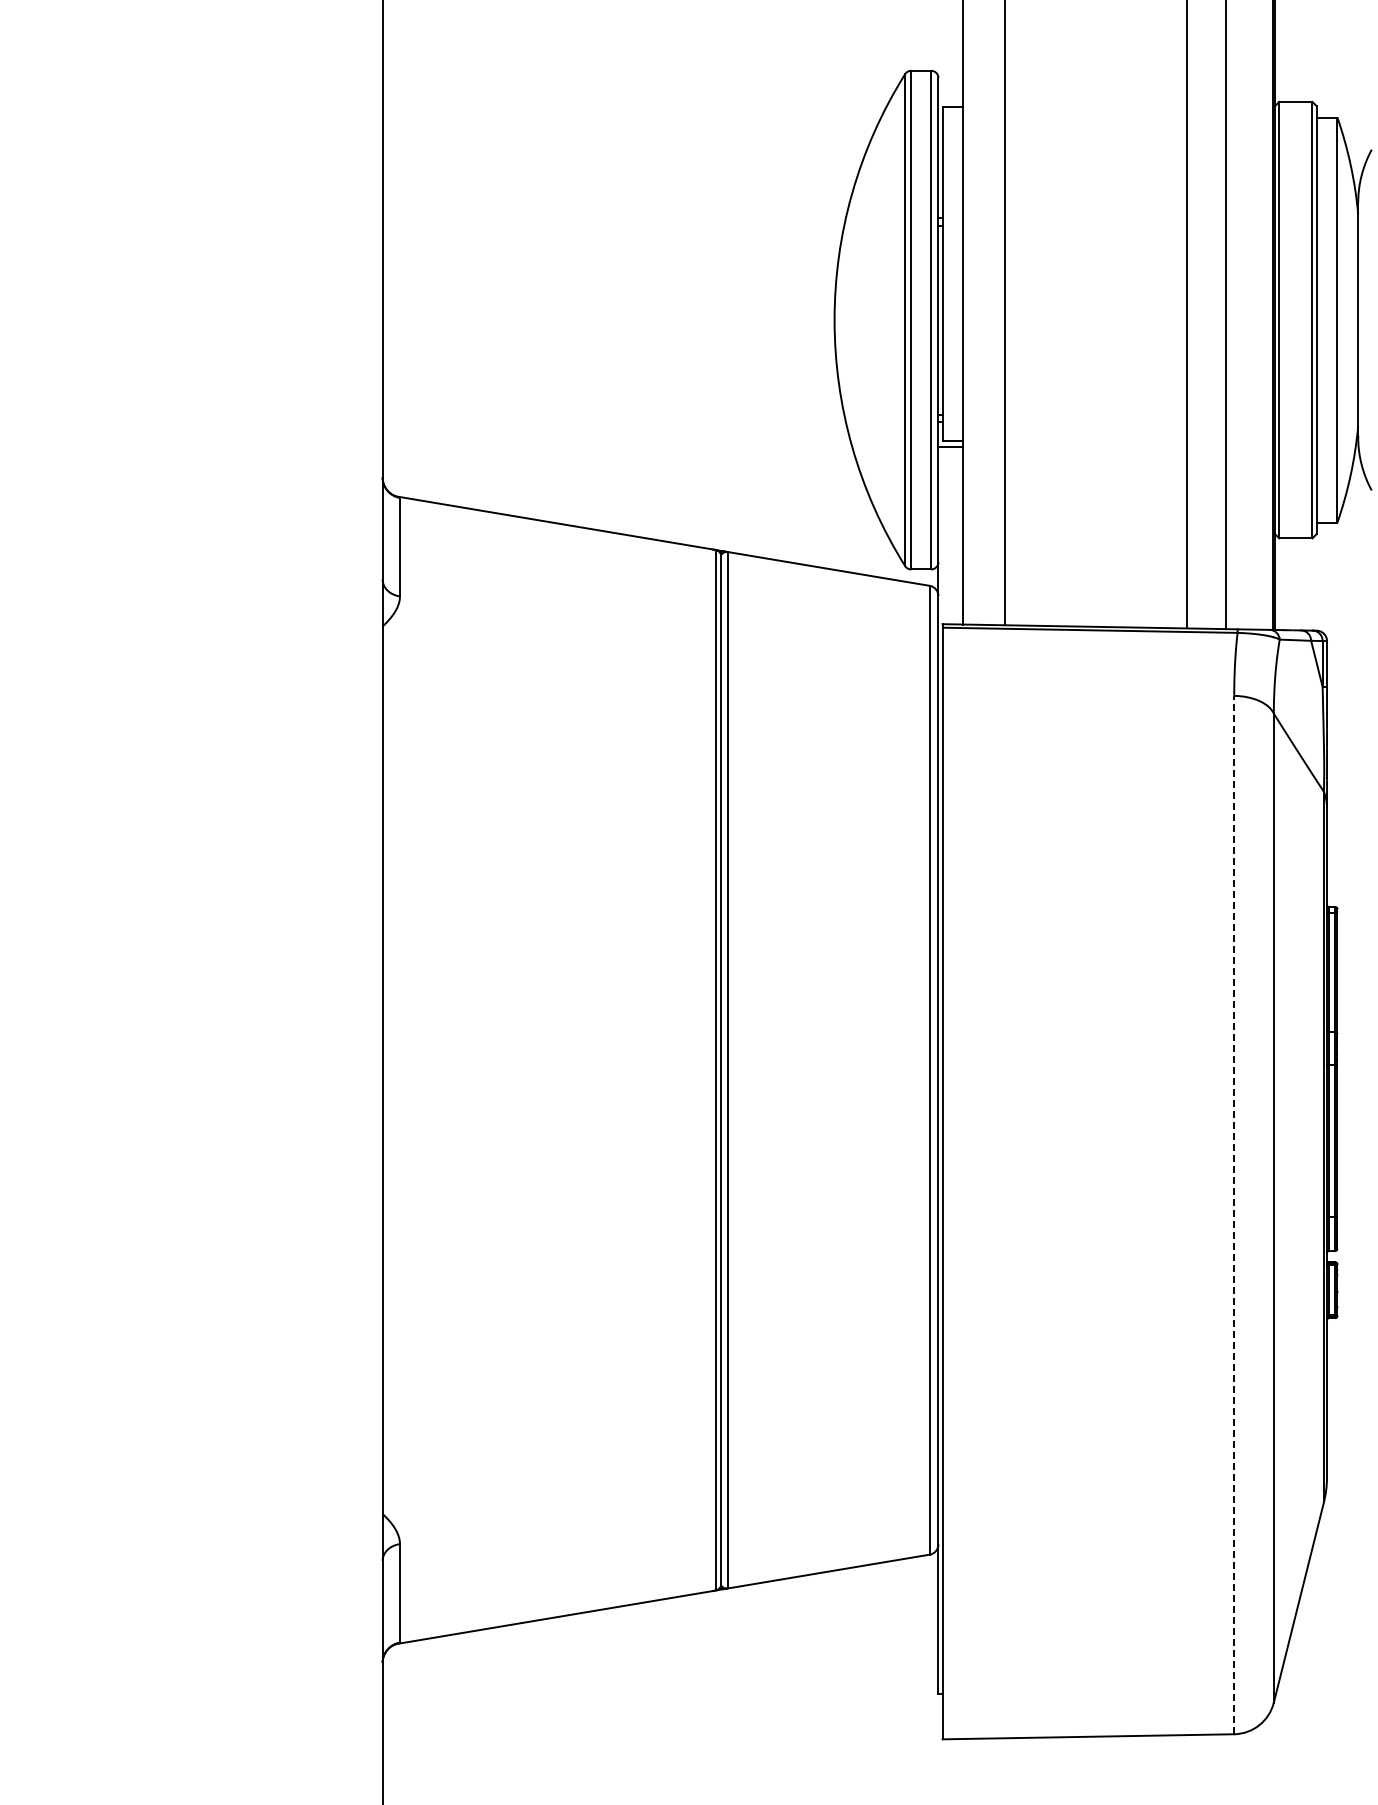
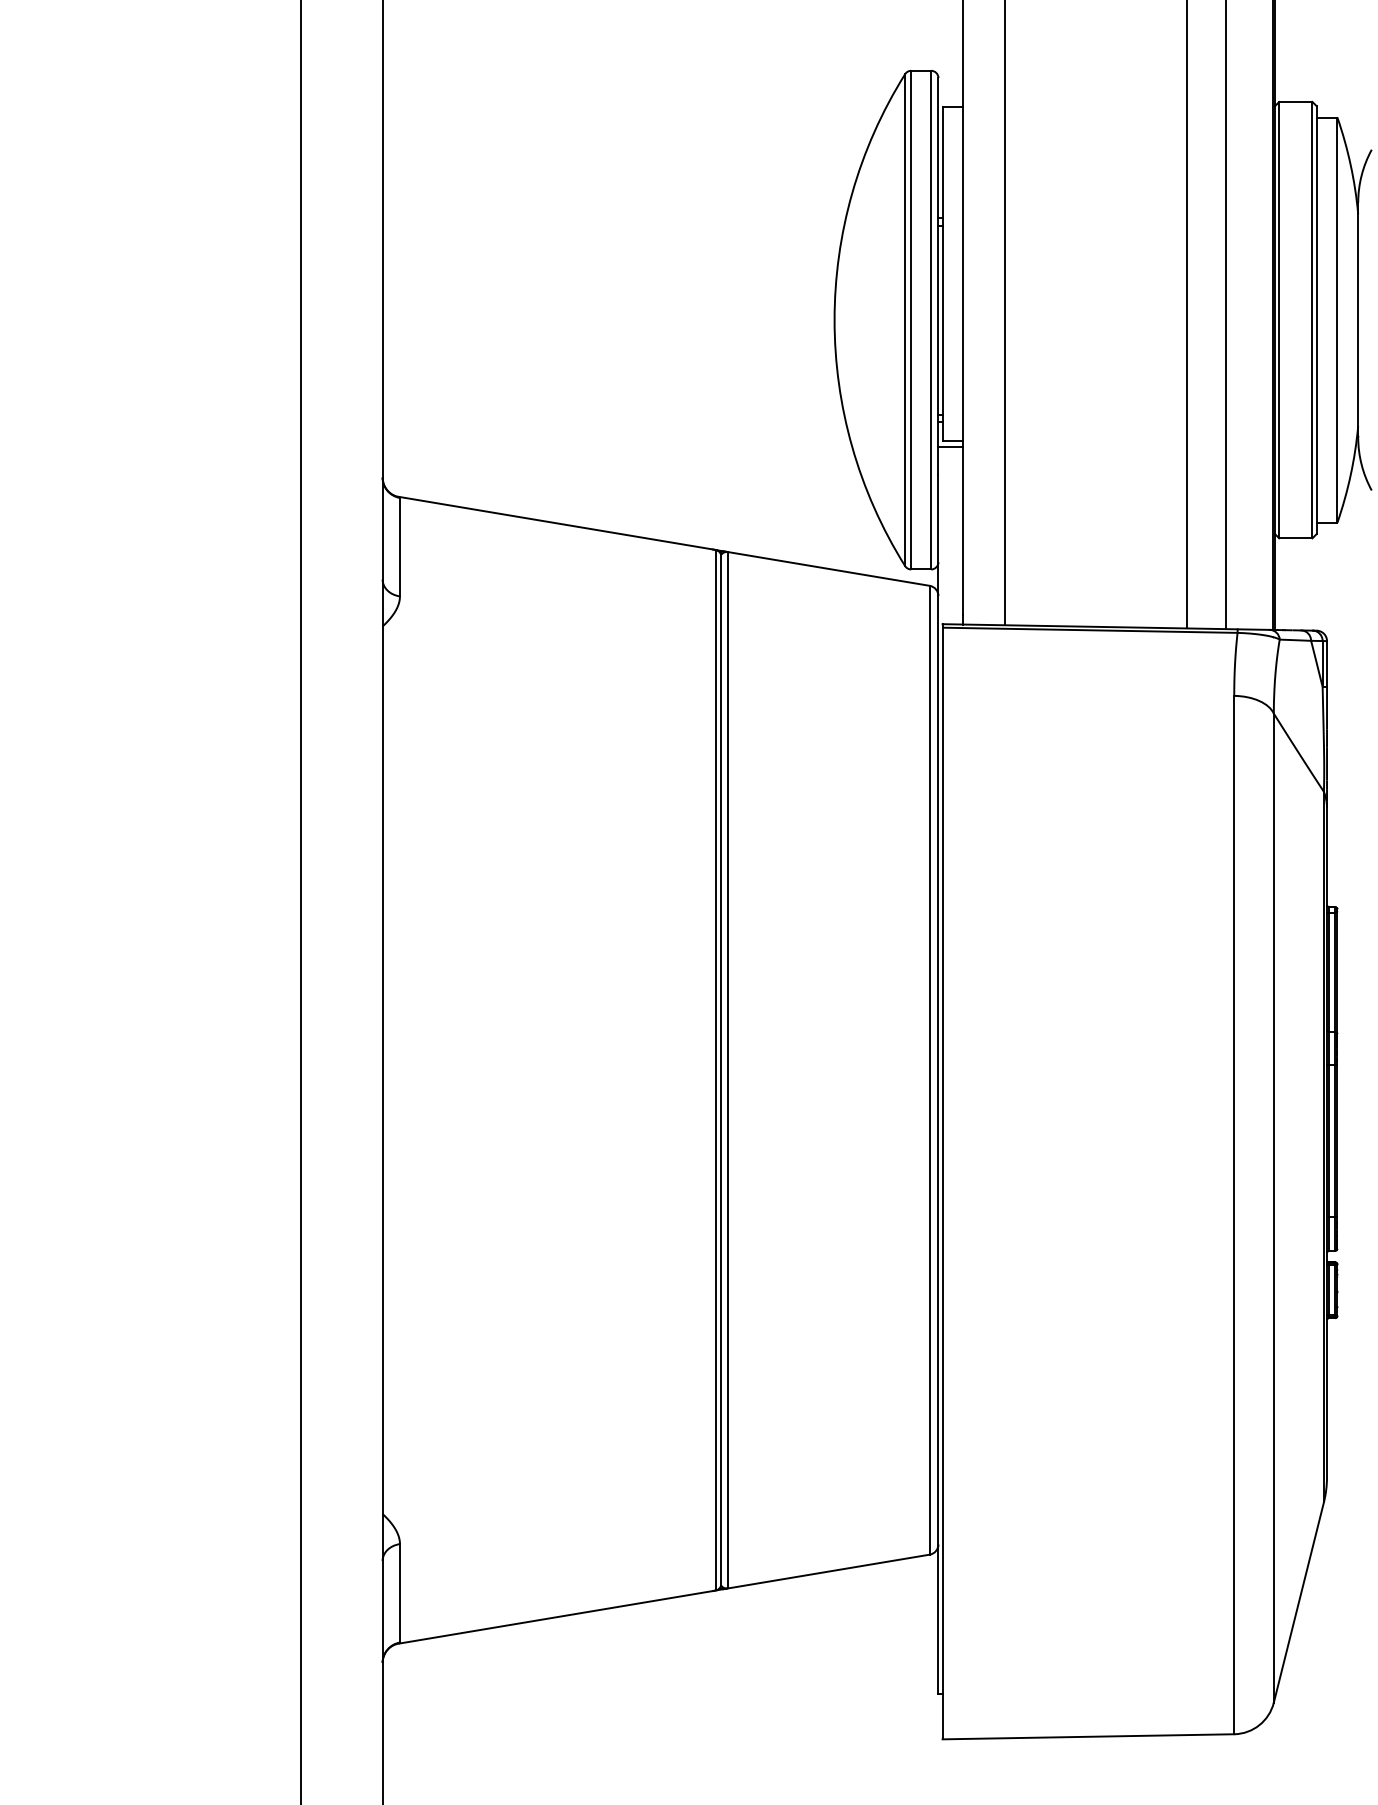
line at (300, 901): none -> present
line at (1234, 1214): dashed -> solid
